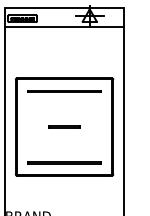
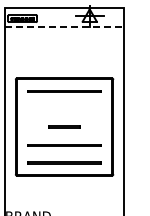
line at (64, 27): solid -> dashed
line at (64, 145): none -> present
